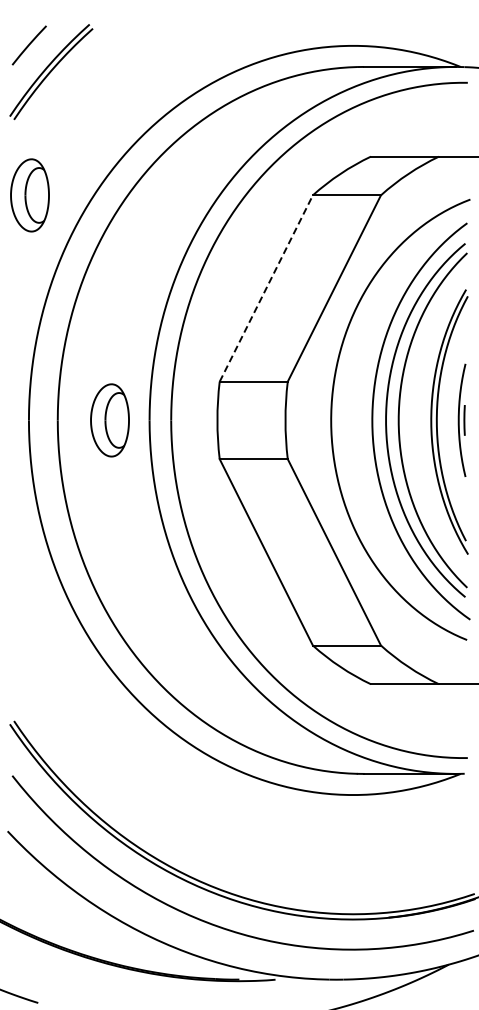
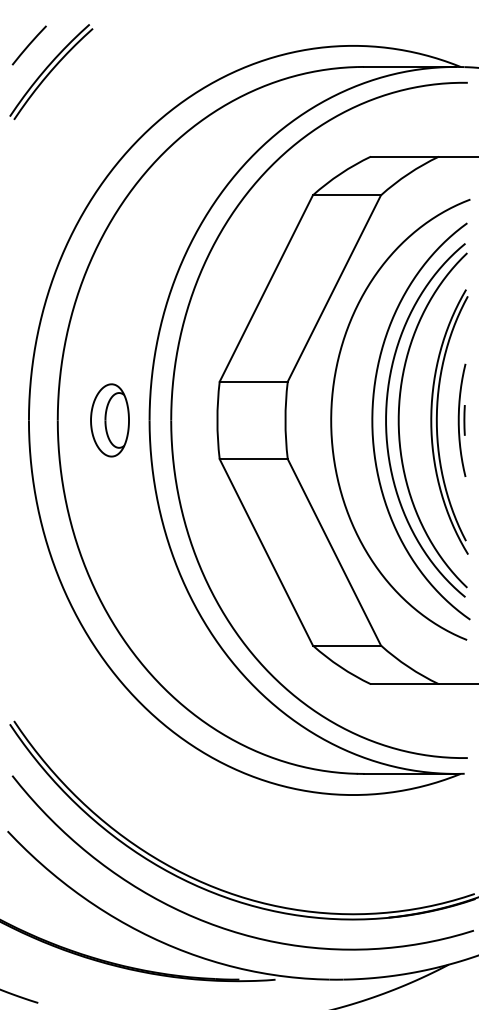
part at (29, 195): present -> none
line at (266, 288): dashed -> solid
